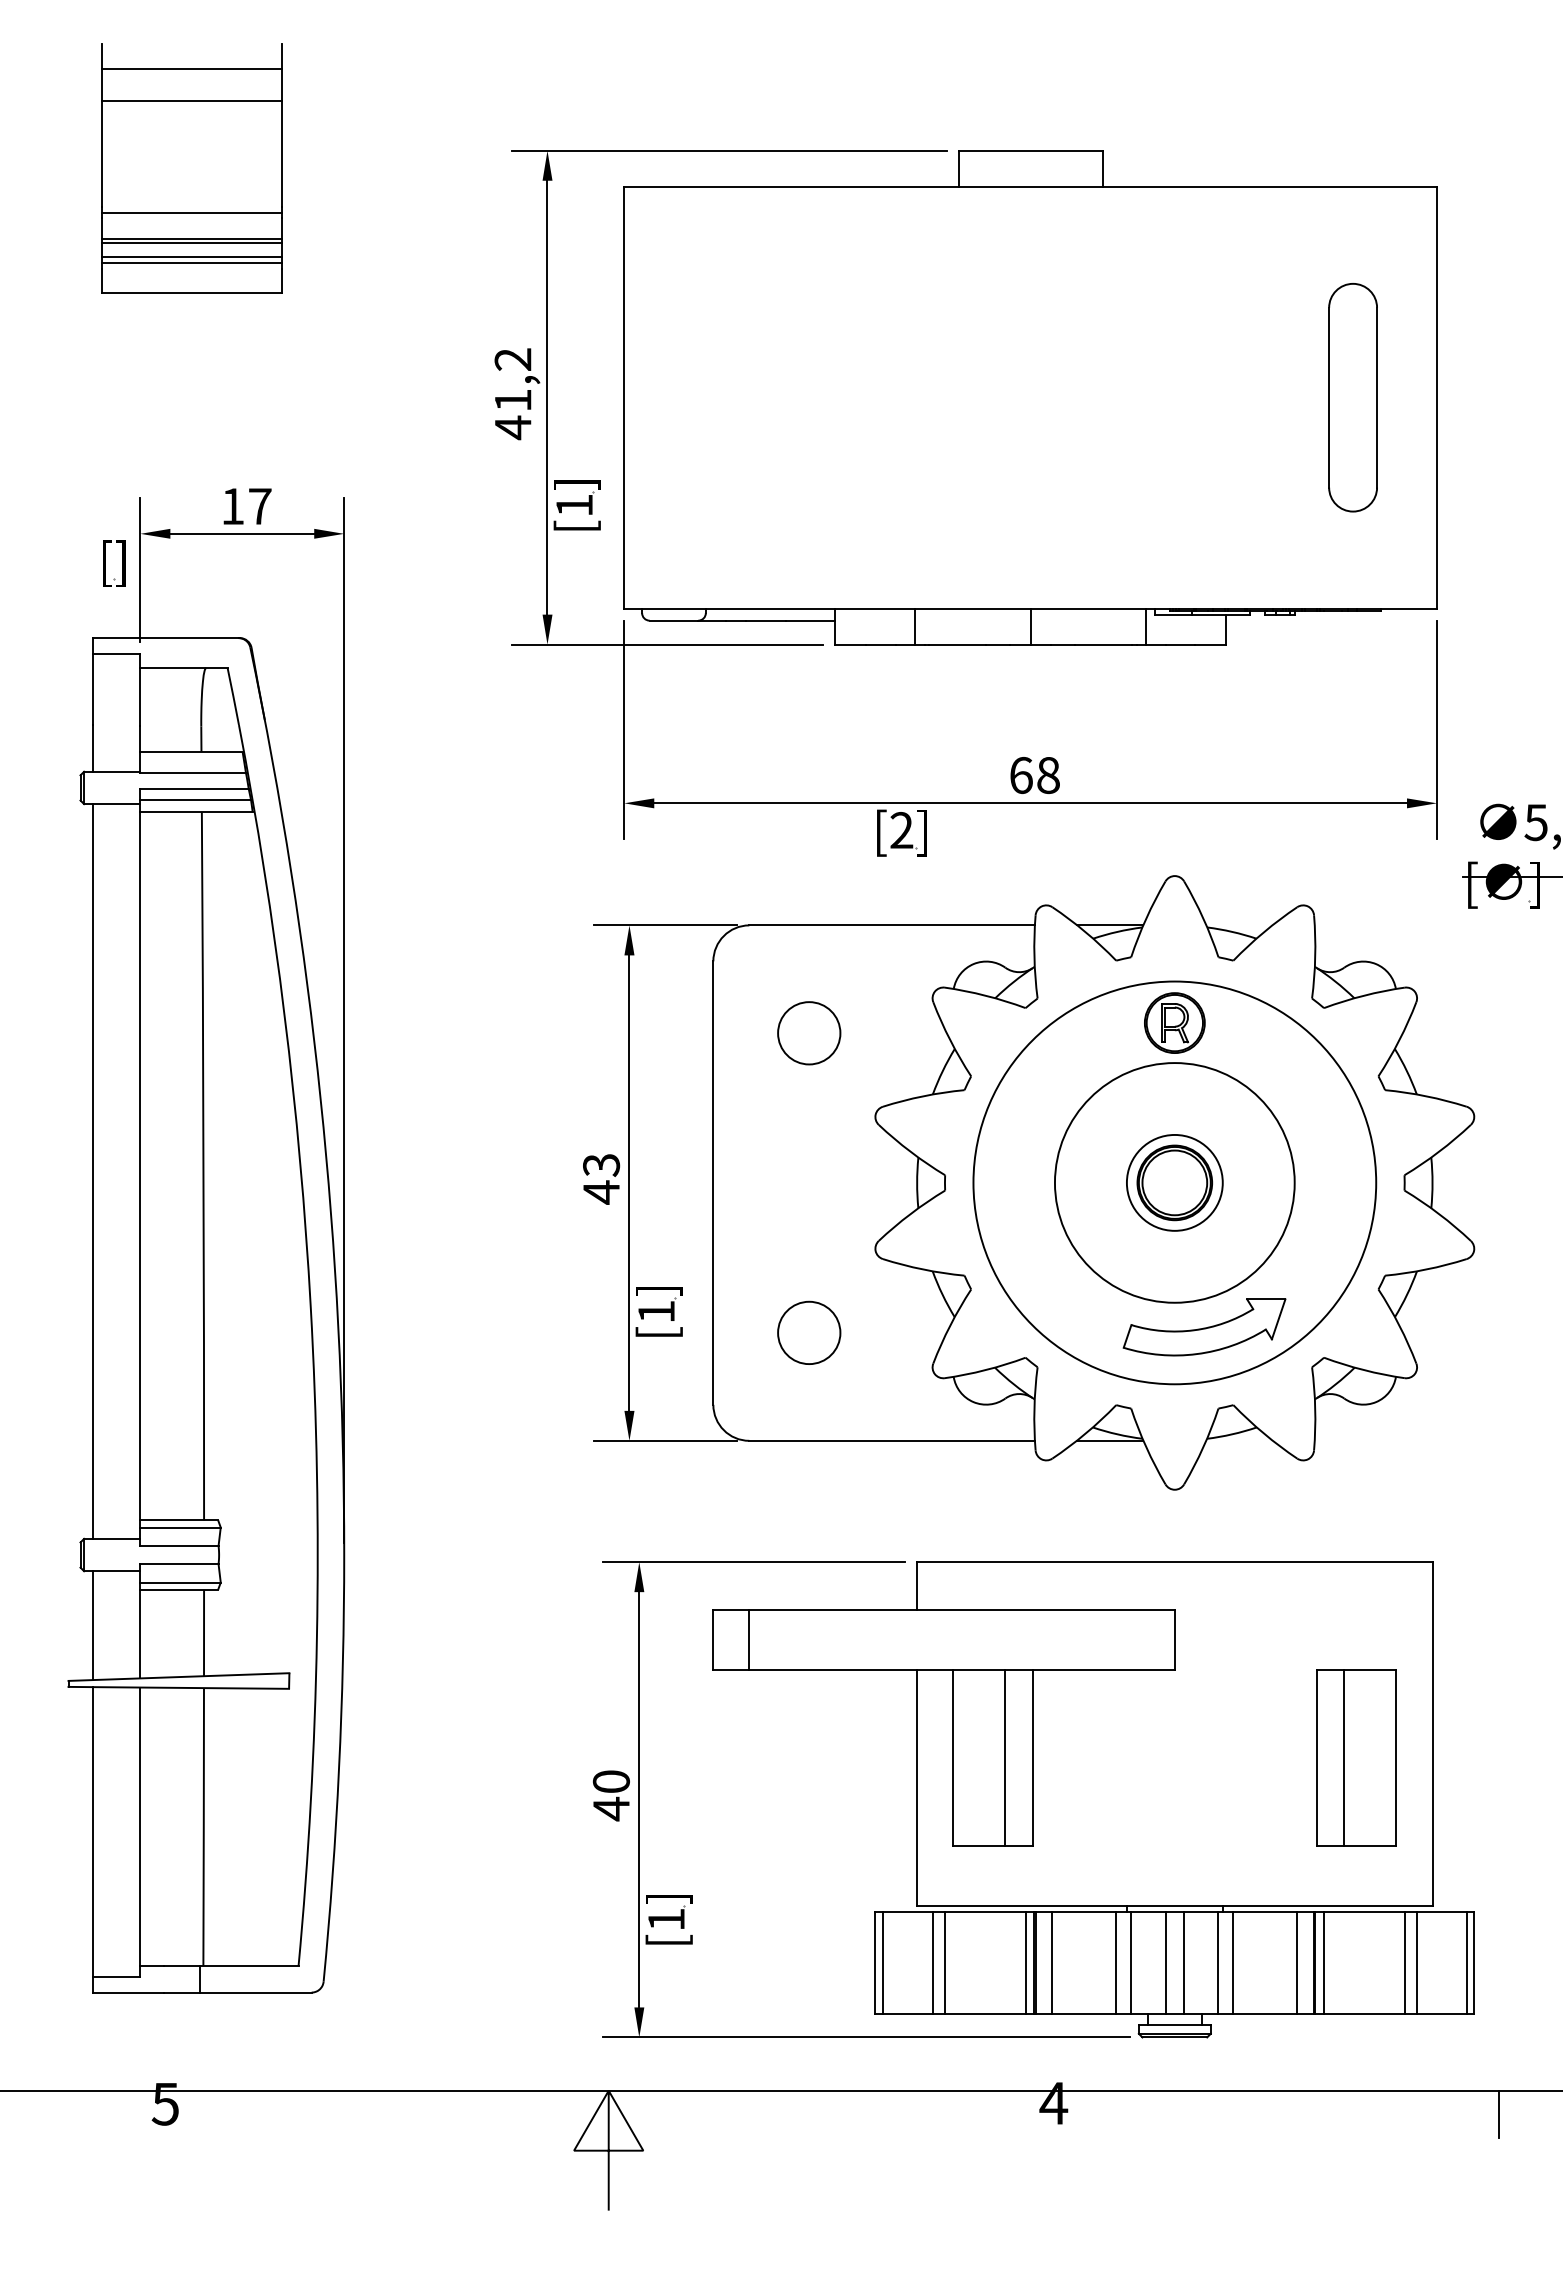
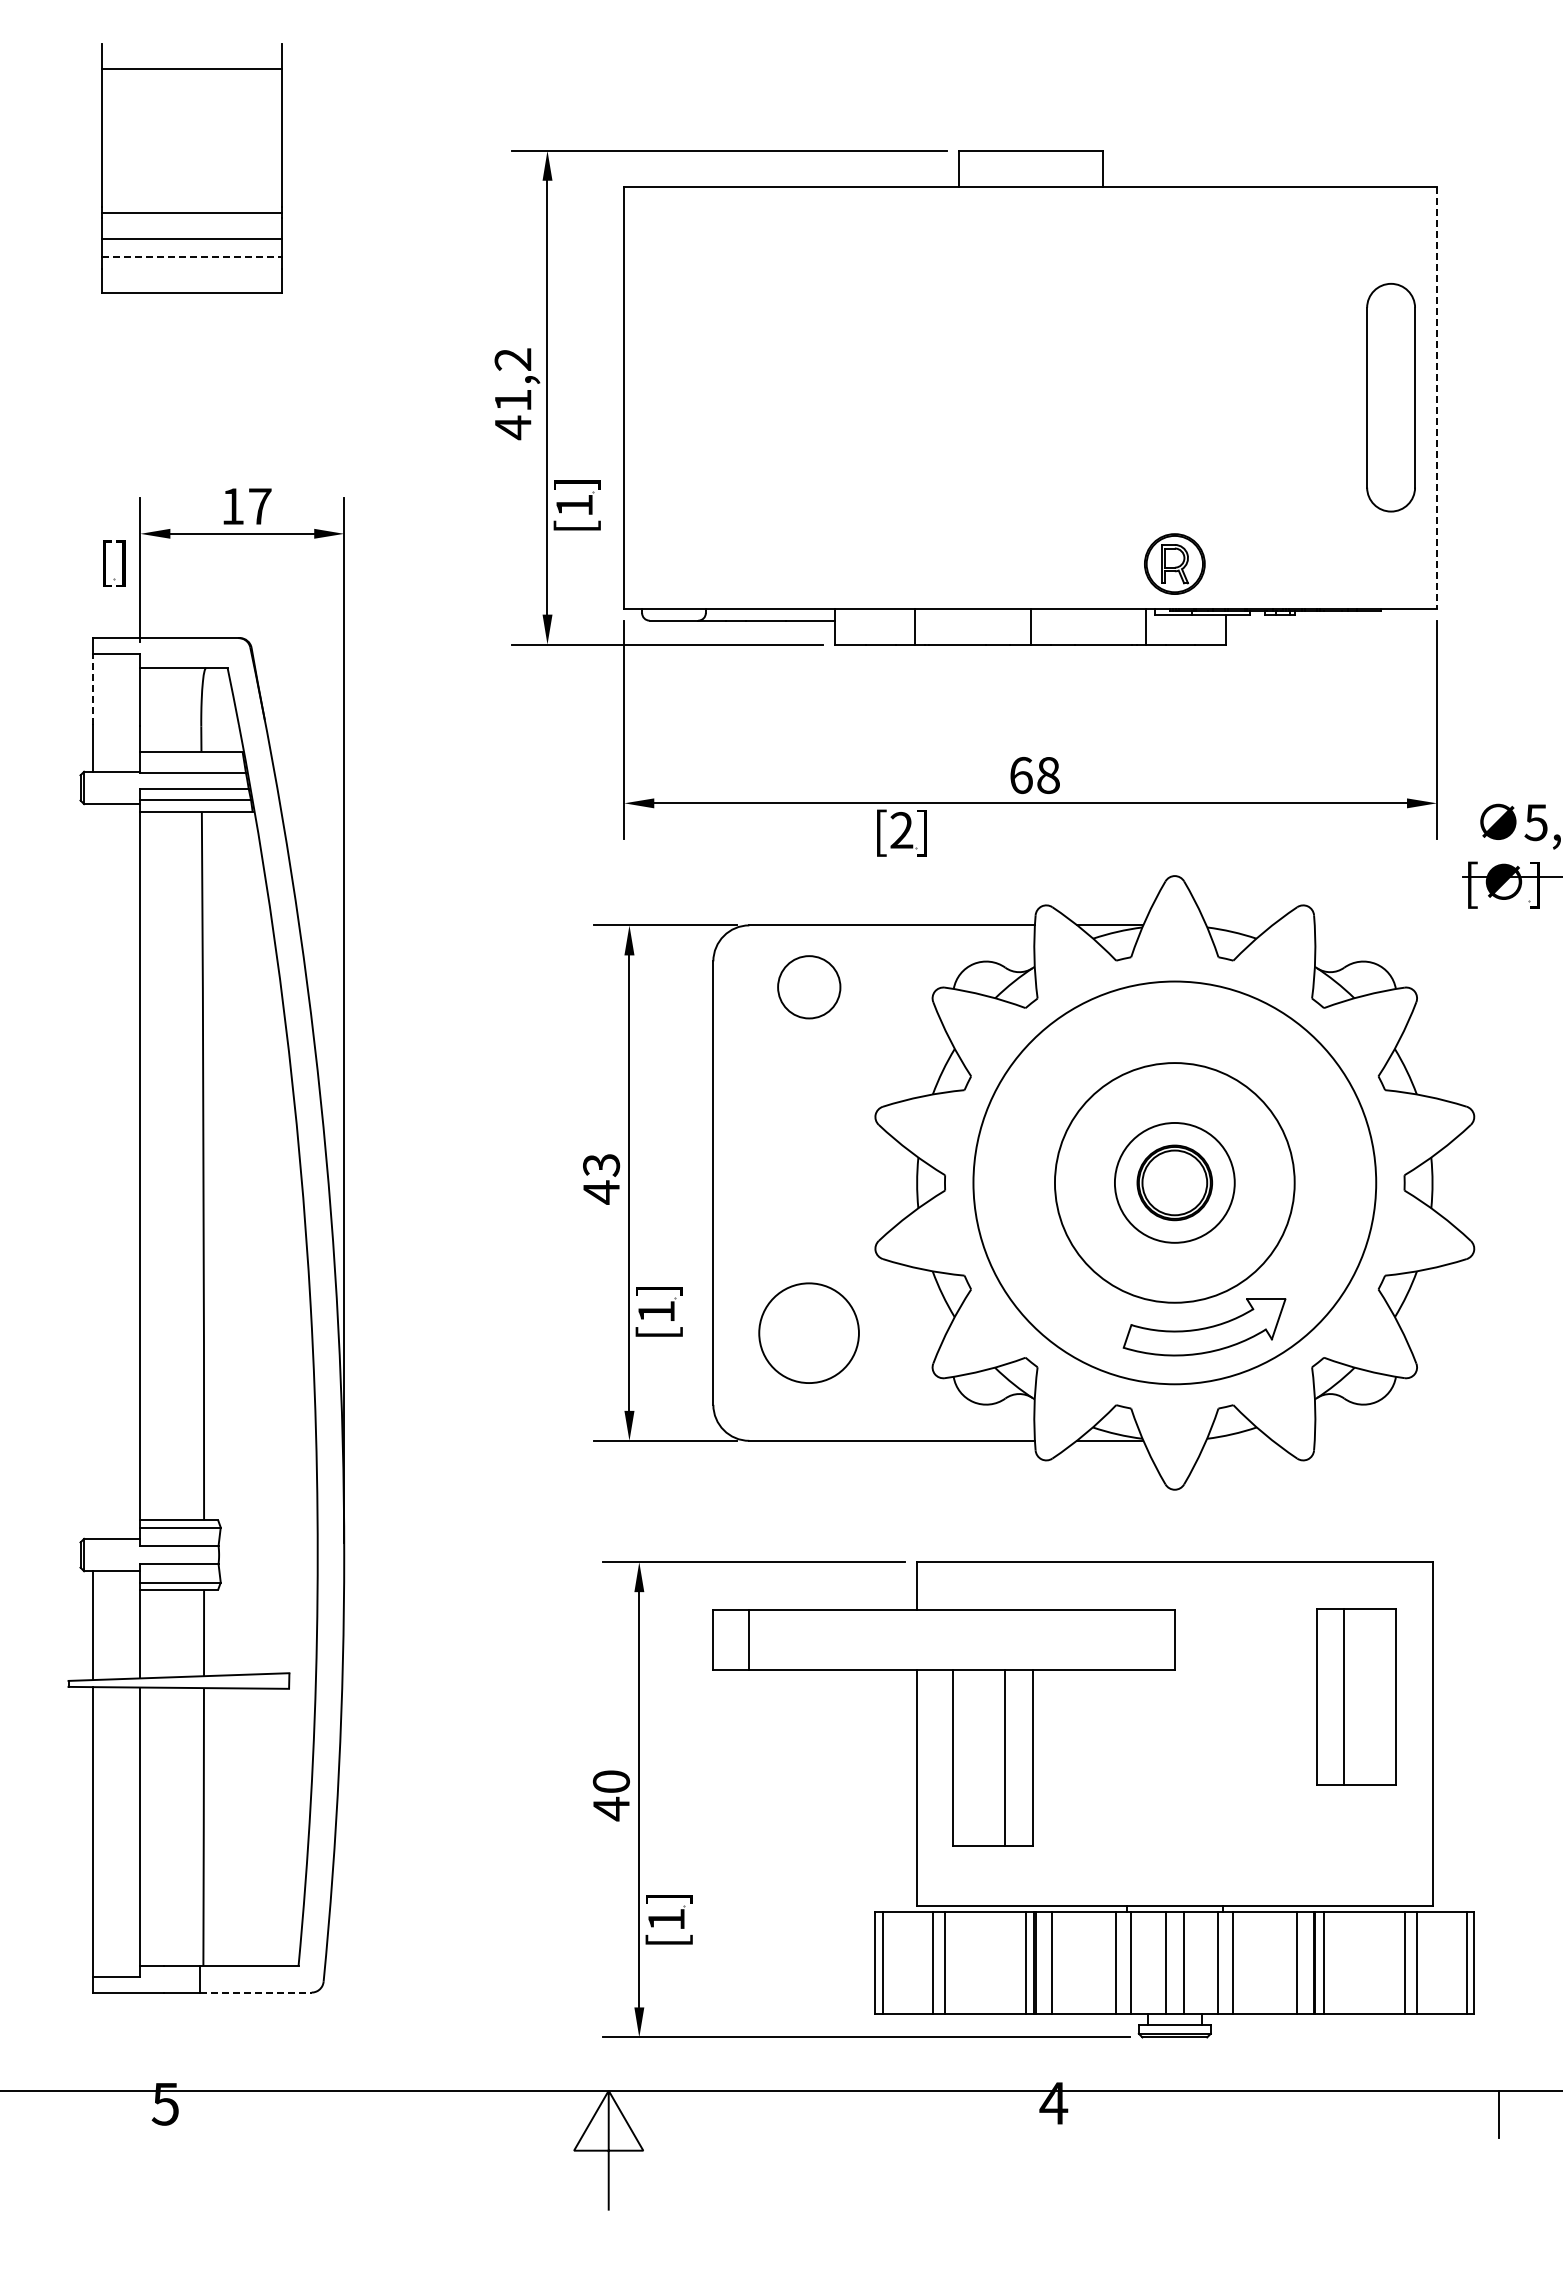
line at (191, 100): present -> none
line at (191, 243): present -> none
line at (191, 257): solid -> dashed
line at (191, 263): present -> none
part at (1352, 397) position: (1352, 397) -> (1390, 397)
line at (1437, 397): solid -> dashed
line at (92, 689): solid -> dashed
part at (1174, 1022) position: (1174, 1022) -> (1174, 563)
circle at (809, 1033) position: (809, 1033) -> (809, 987)
line at (92, 1171): present -> none
circle at (1174, 1182) diameter: 96 px -> 120 px
circle at (809, 1332) size: 65x65 px -> 102x102 px
part at (1356, 1757) position: (1356, 1757) -> (1356, 1696)
line at (256, 1992): solid -> dashed
